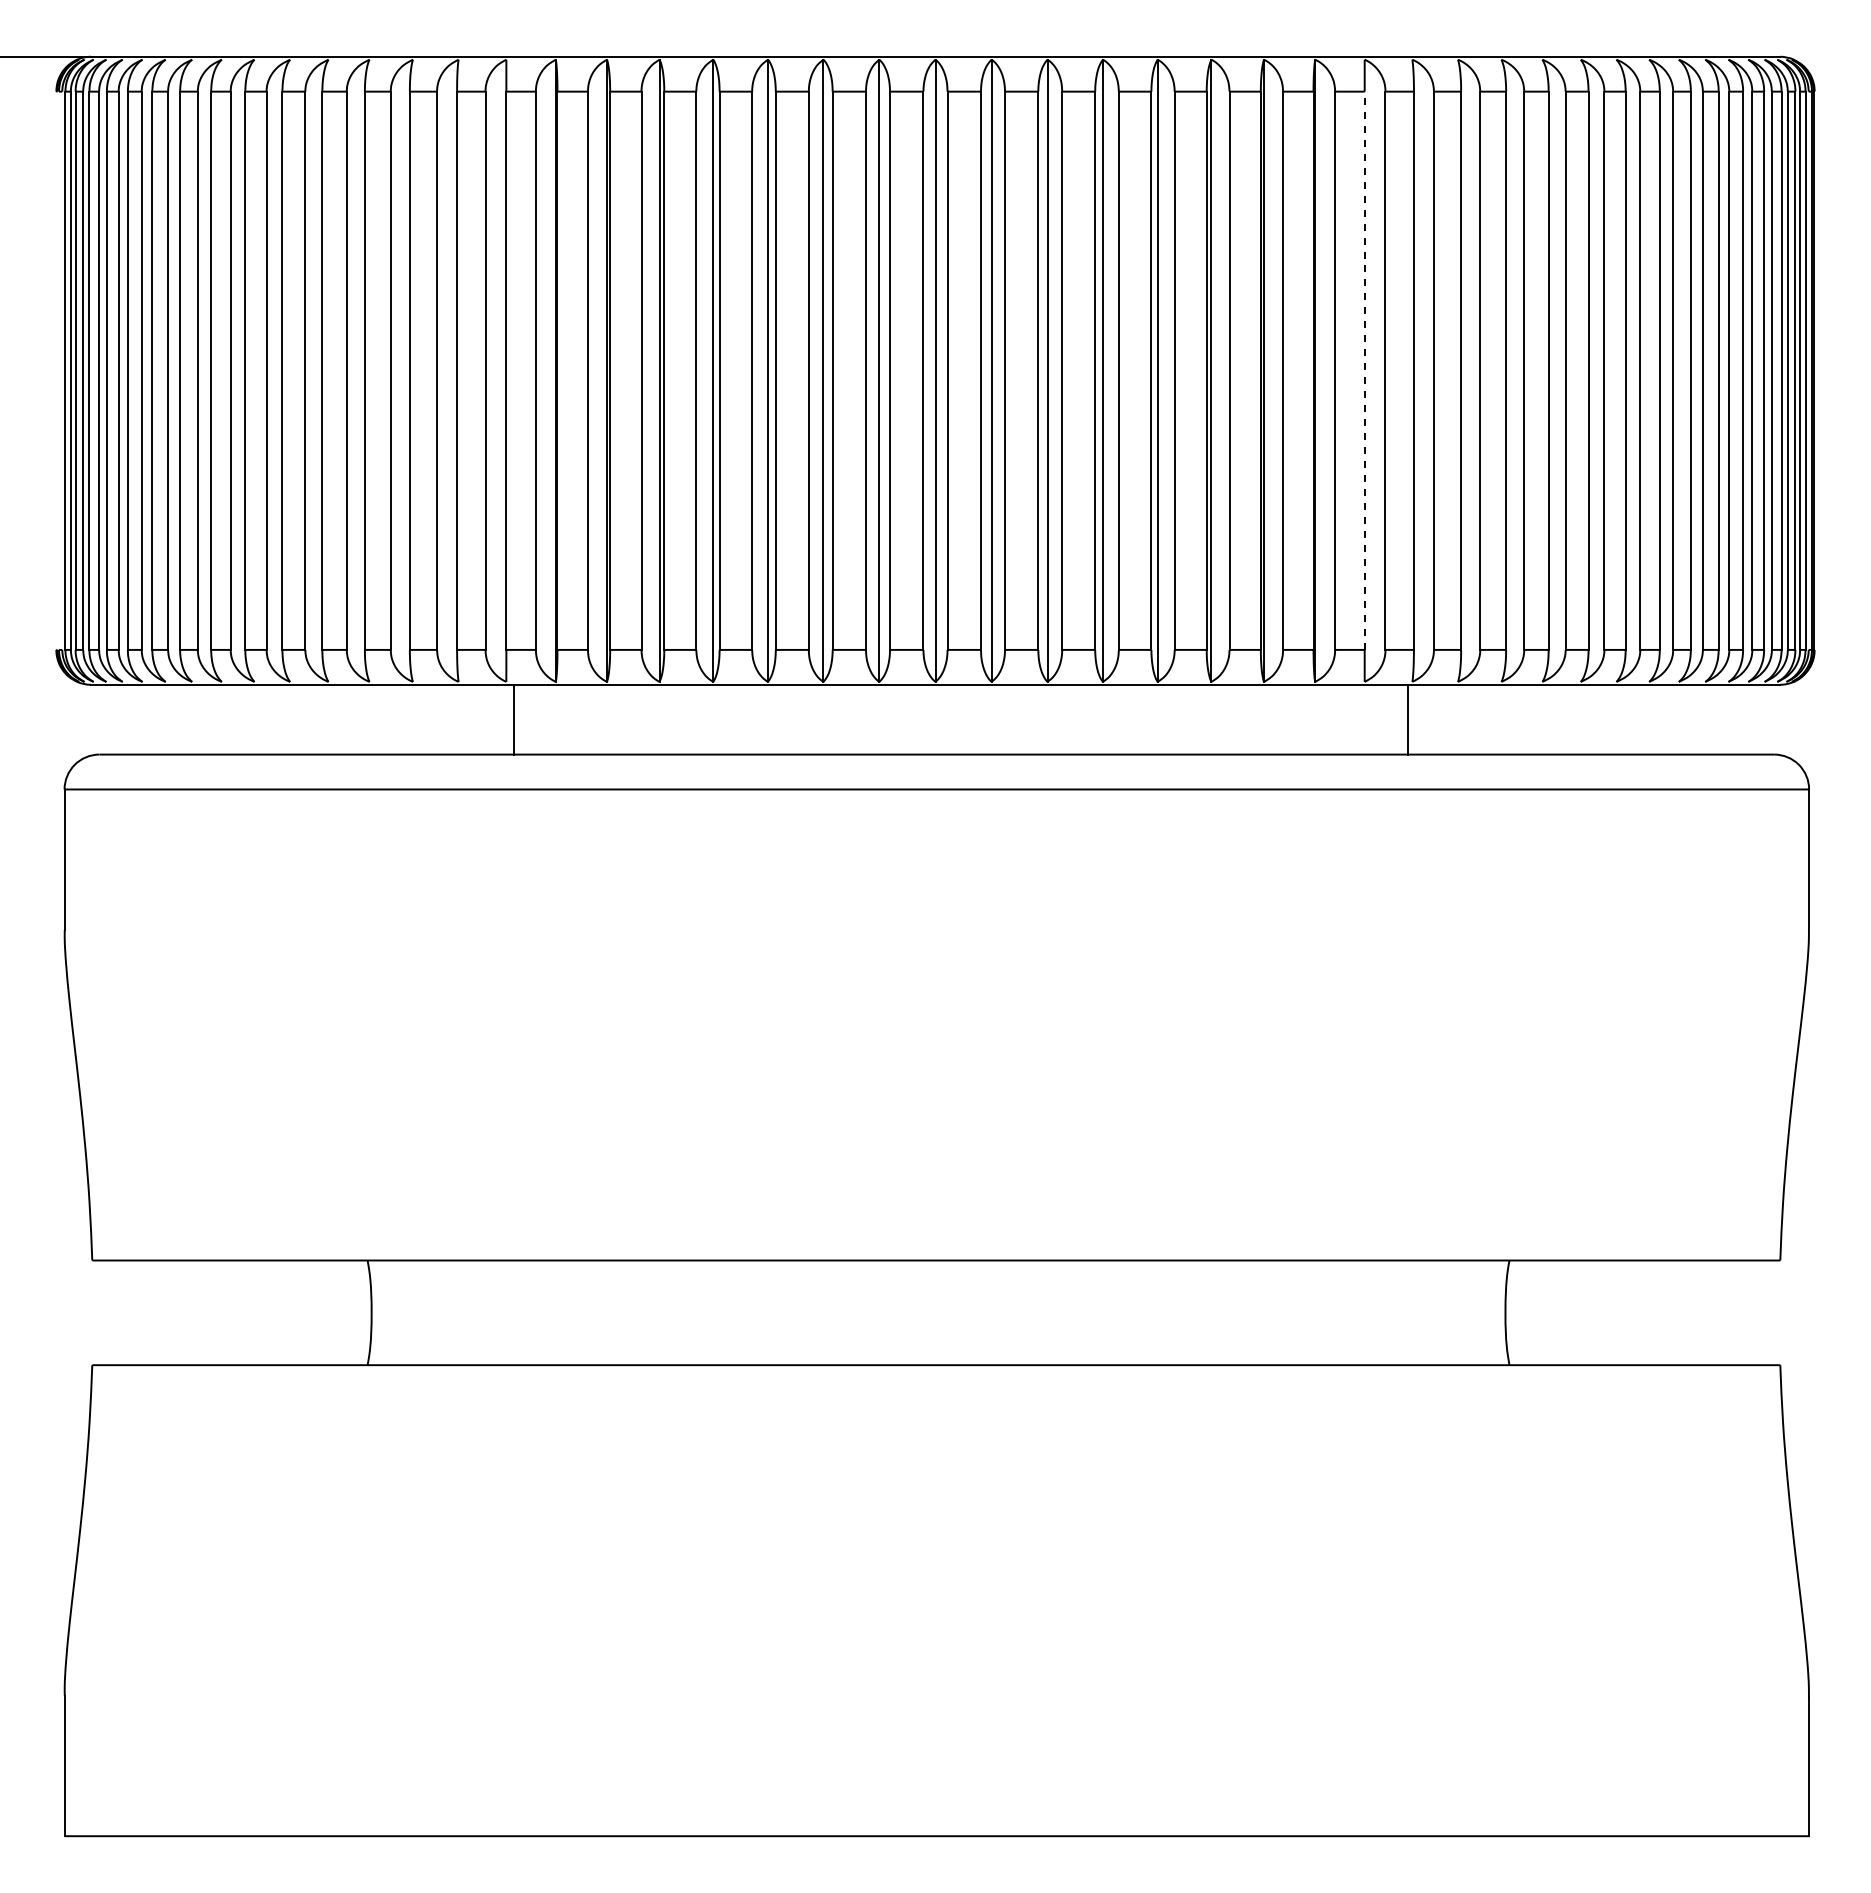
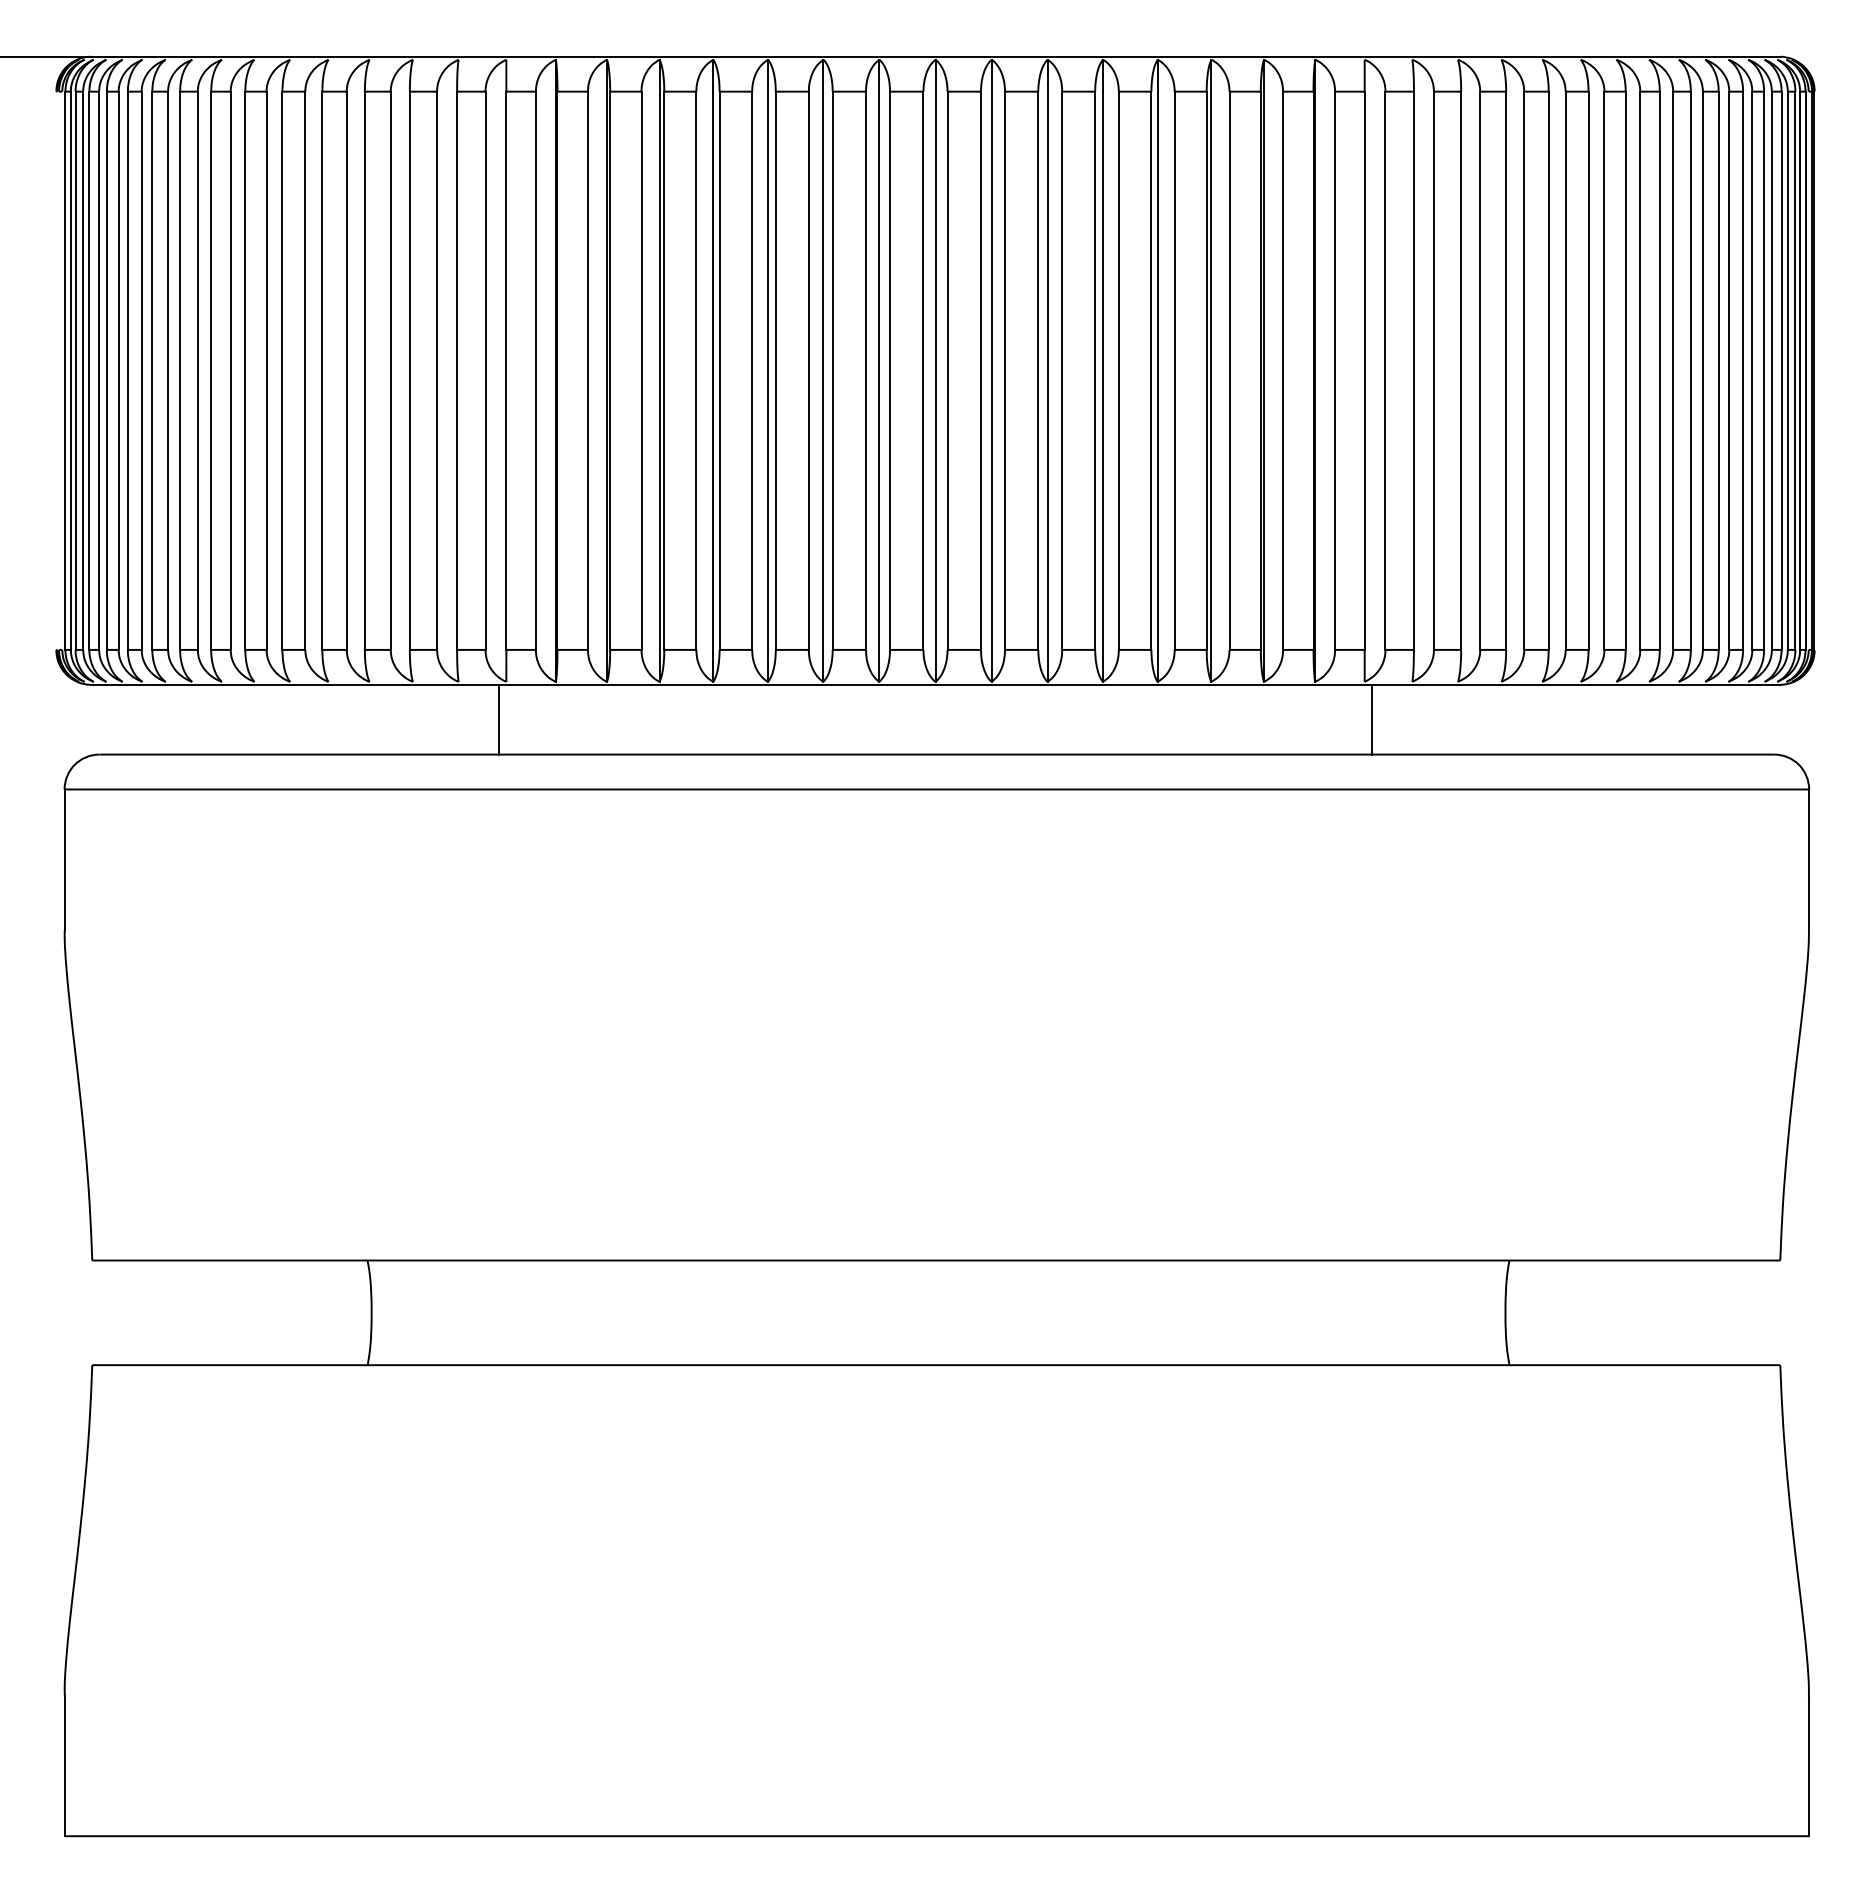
line at (1364, 370): dashed -> solid
line at (514, 719) position: (514, 719) -> (499, 719)
line at (1407, 719) position: (1407, 719) -> (1371, 719)
